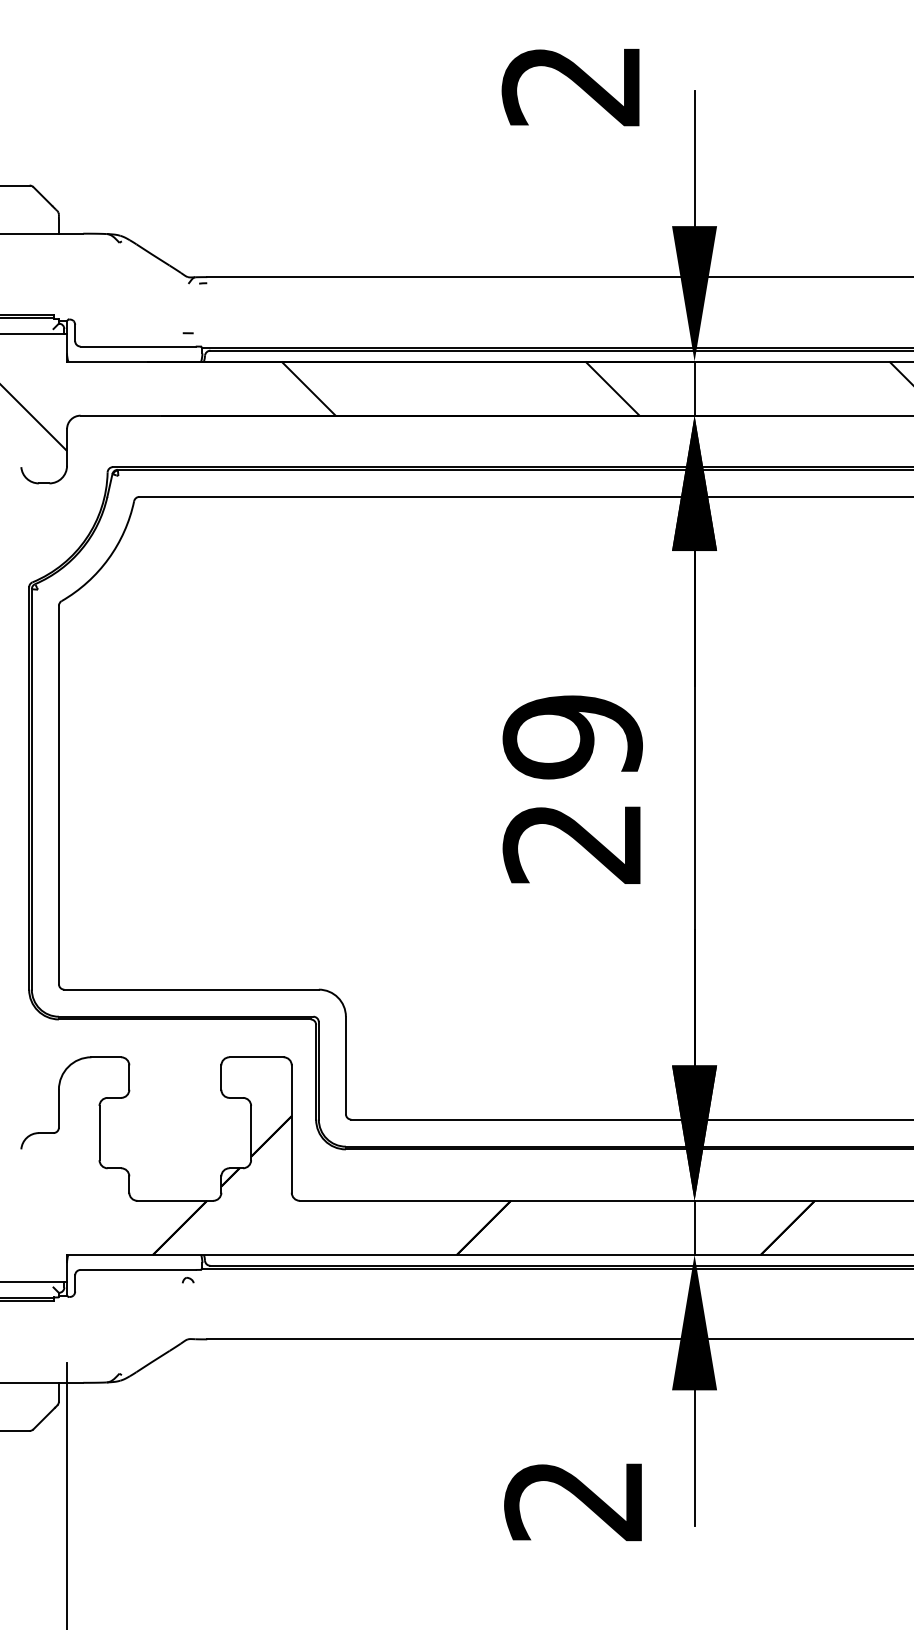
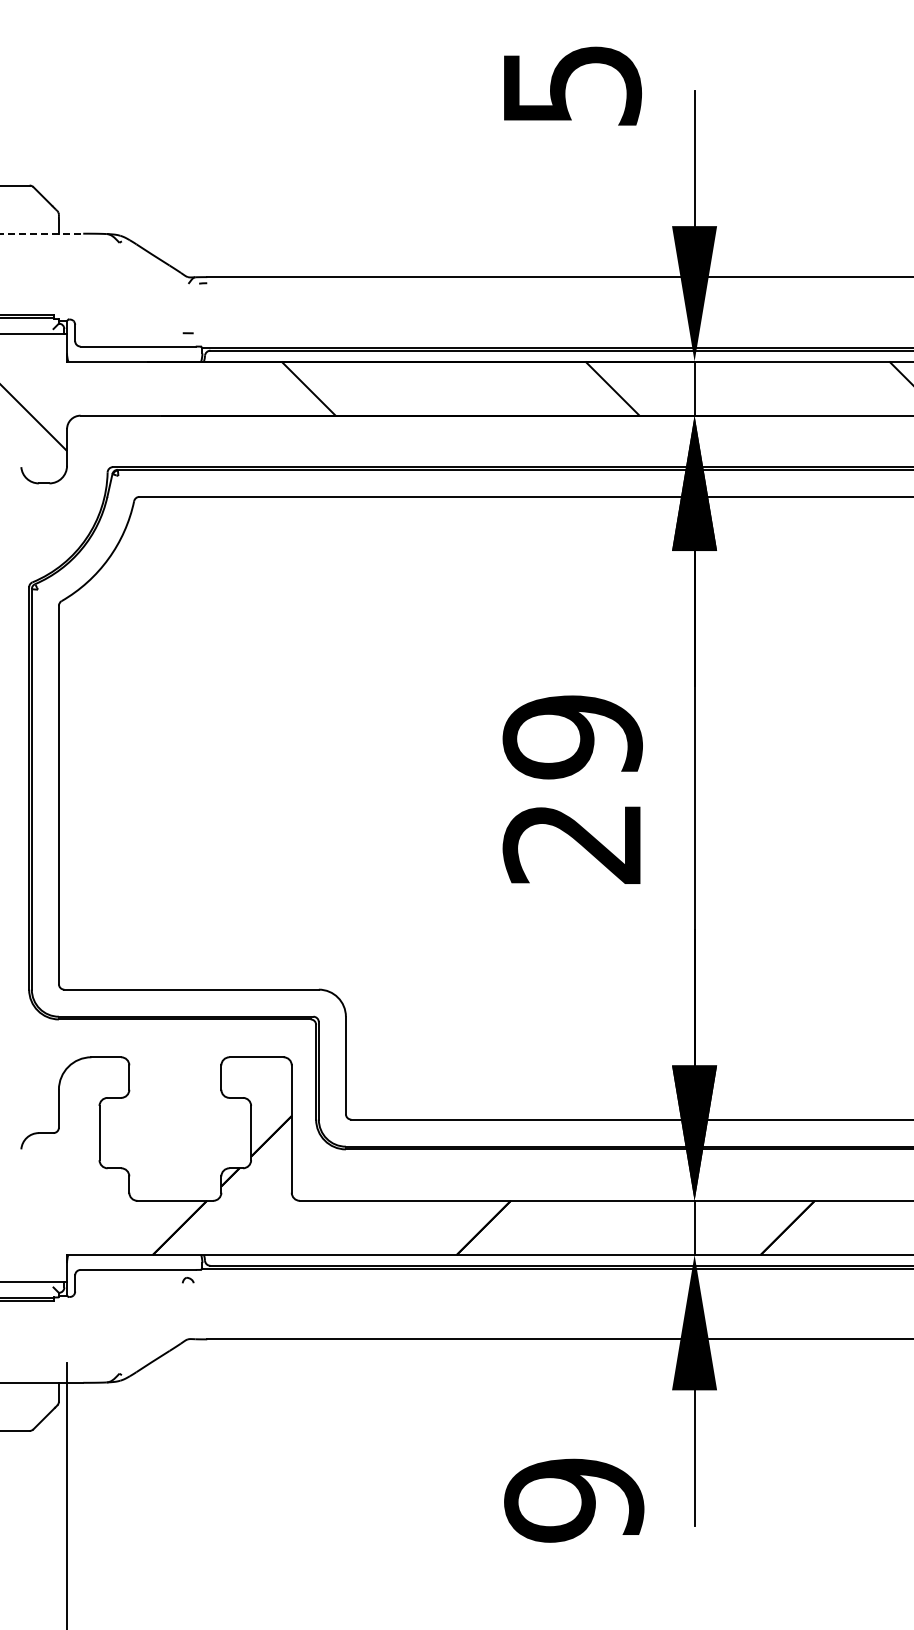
text at (571, 86): 2 -> 5
line at (42, 233): solid -> dashed
text at (574, 1500): 2 -> 9
